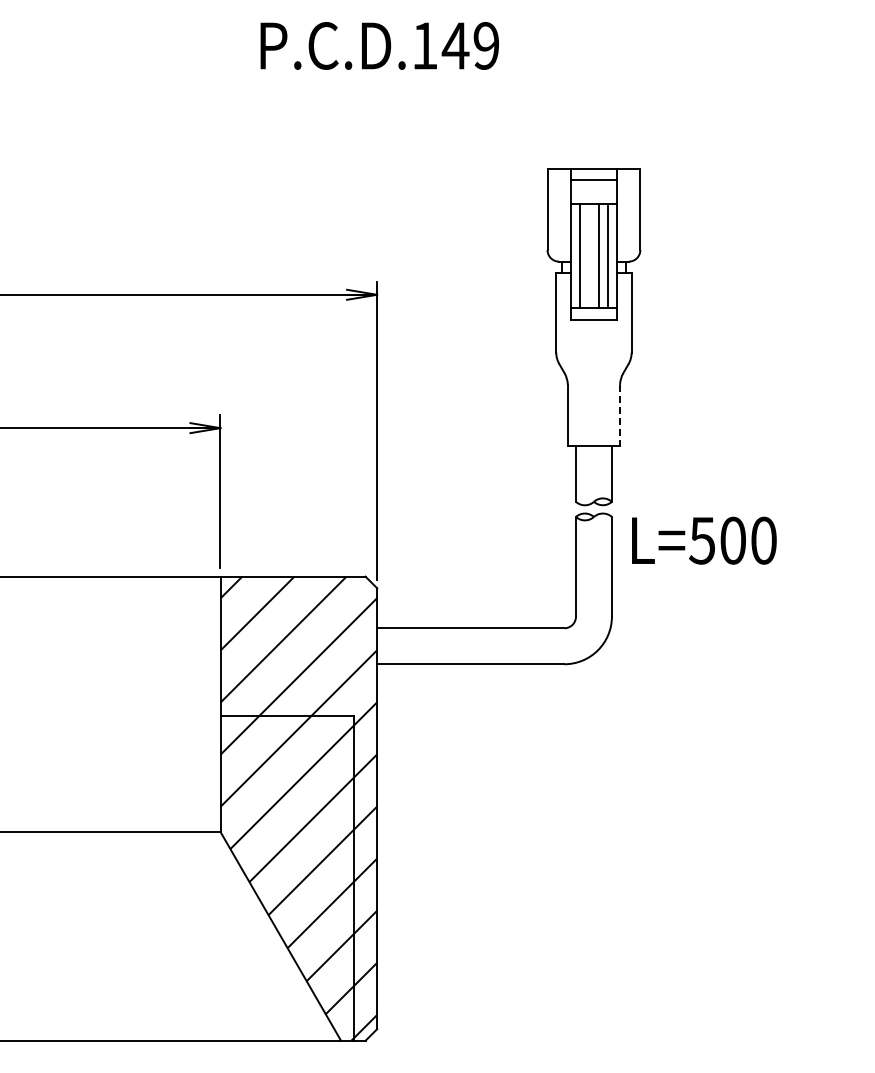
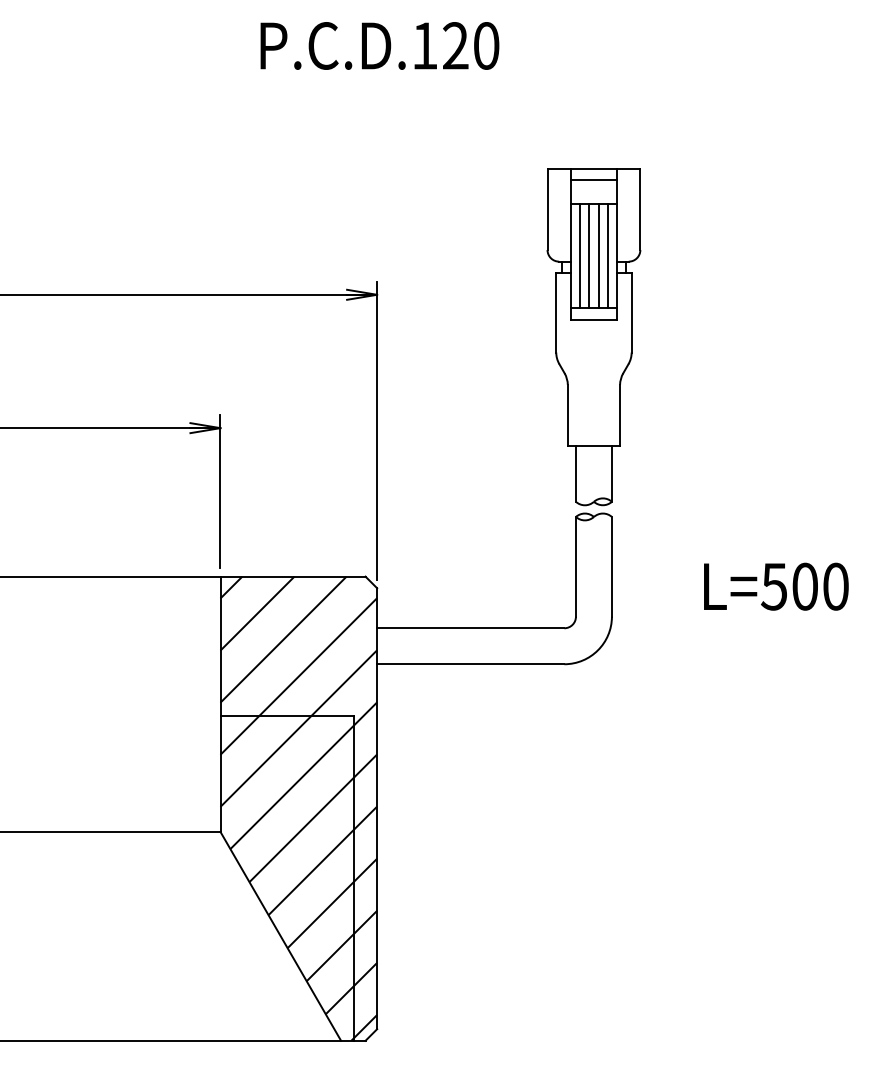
text at (470, 45): P.C.D.149 -> P.C.D.120
line at (589, 255): none -> present
line at (620, 415): dashed -> solid
text at (704, 540) position: (704, 540) -> (776, 586)
